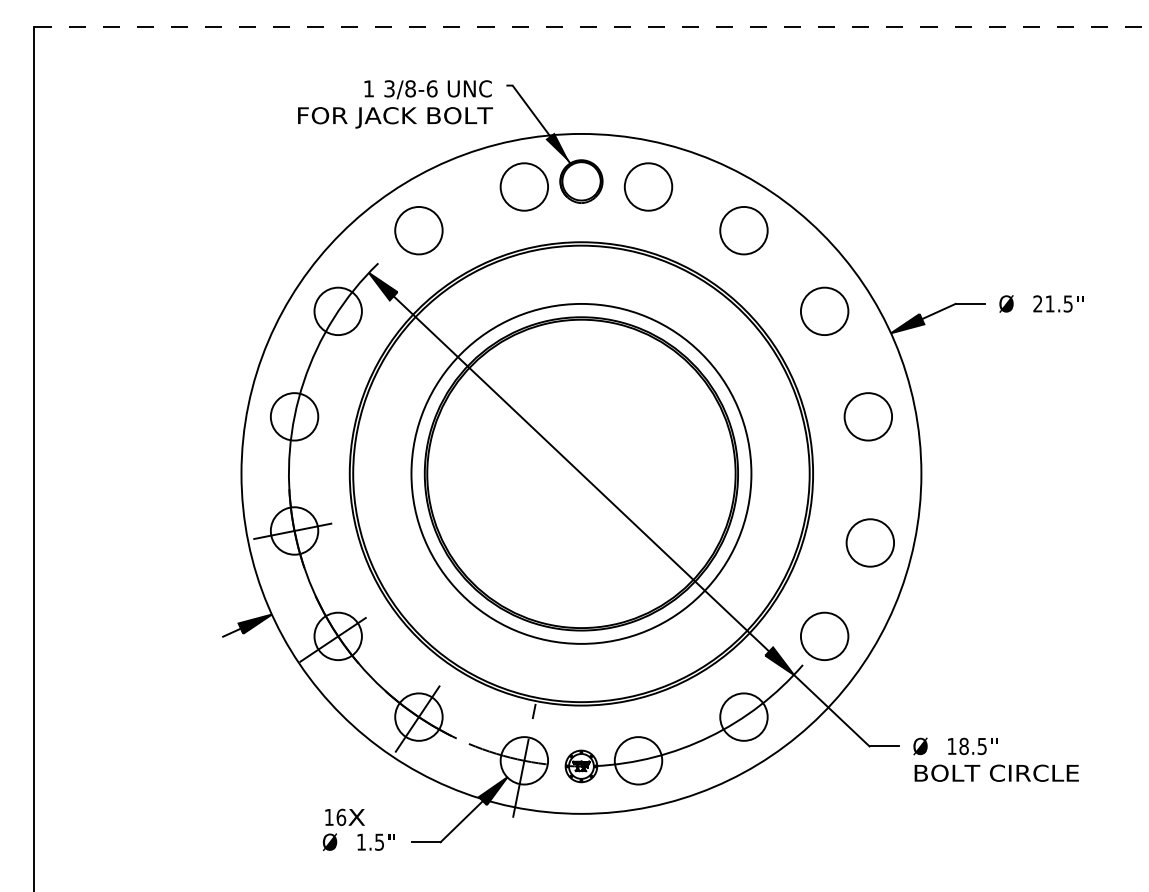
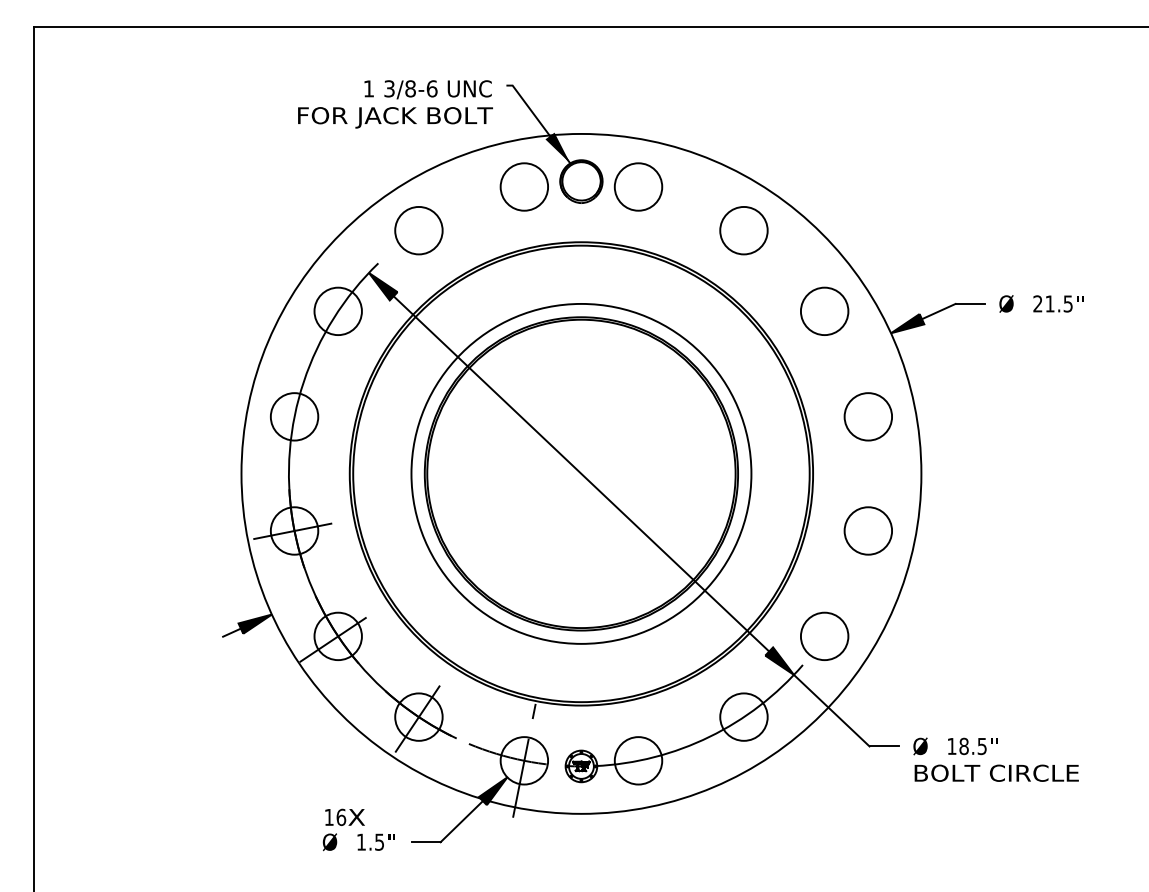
line at (592, 26): dashed -> solid
circle at (648, 186) position: (648, 186) -> (638, 186)
circle at (869, 542) position: (869, 542) -> (867, 530)
